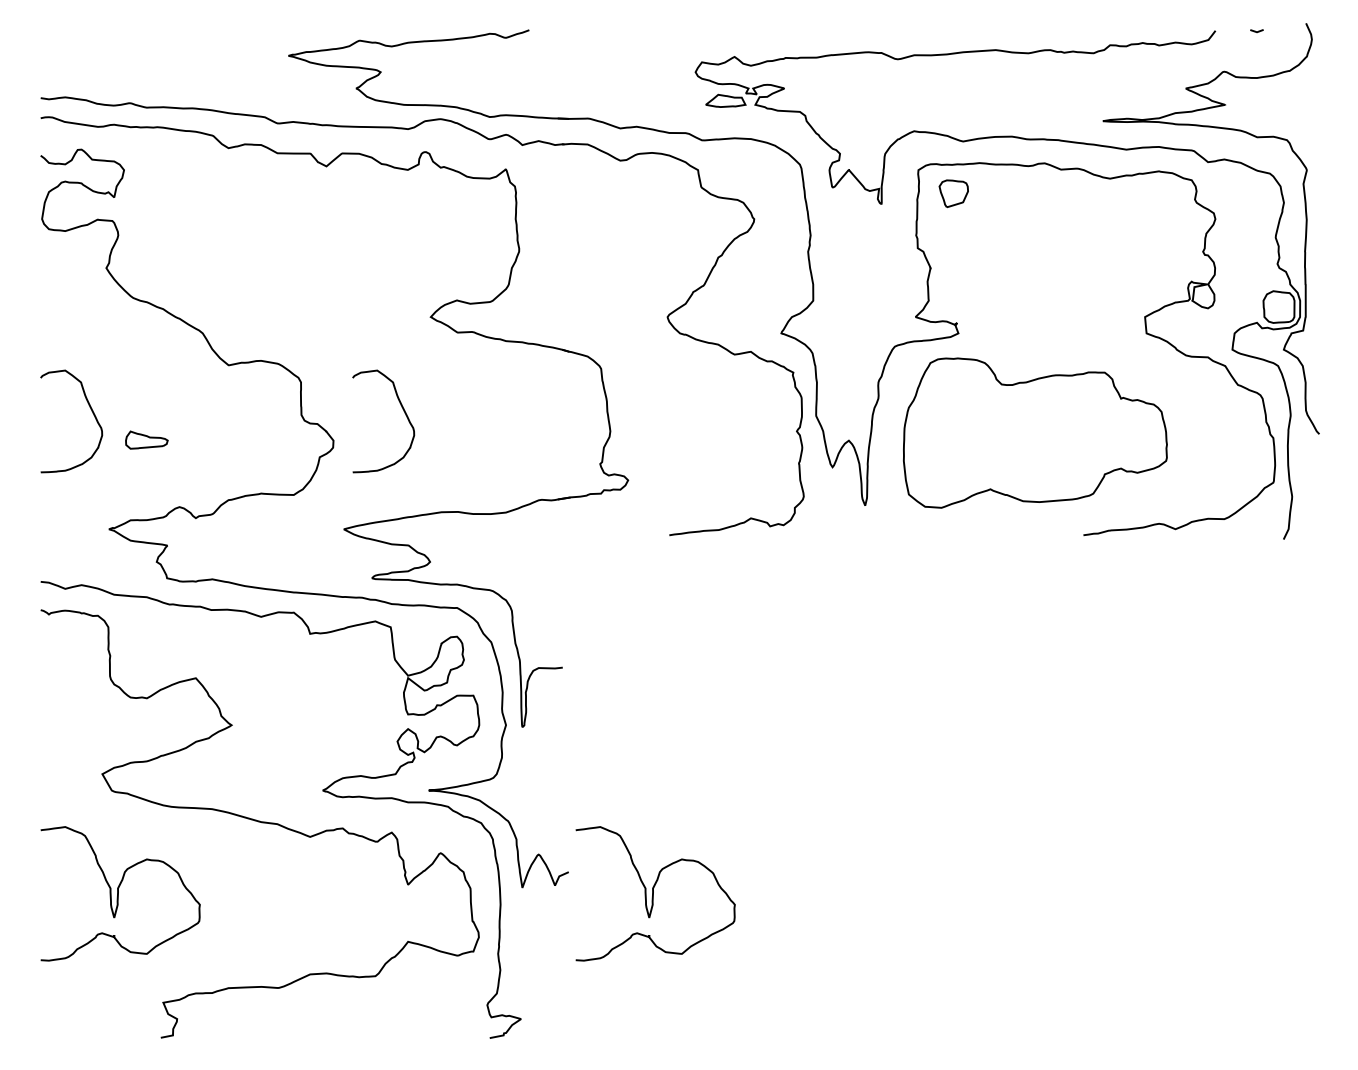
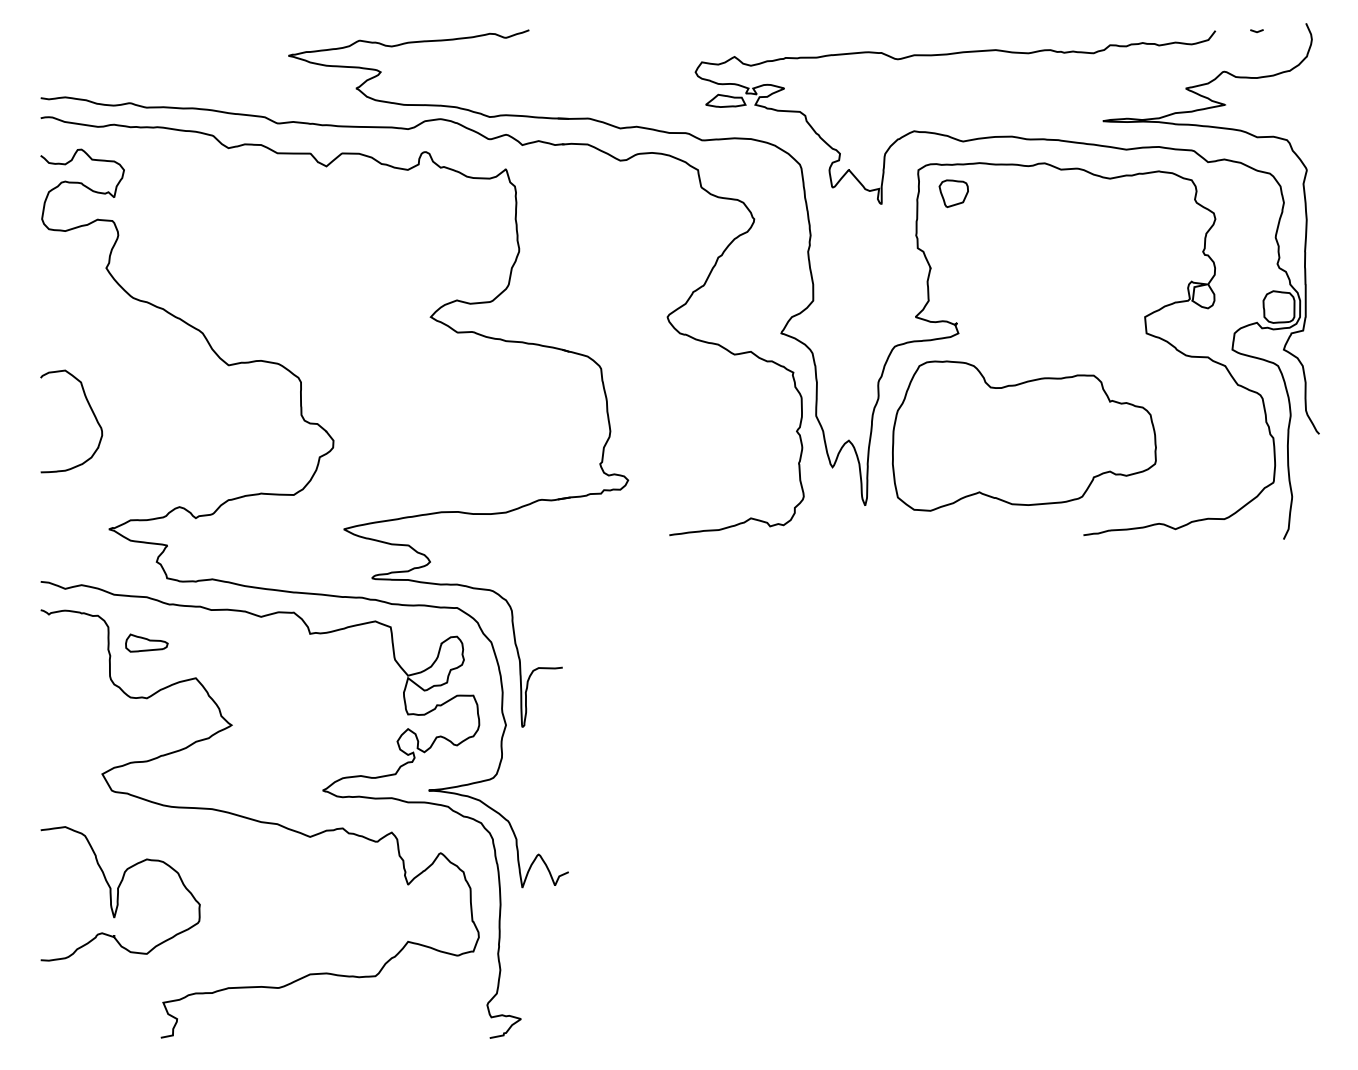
curve at (403, 411): present -> none
part at (1035, 432) position: (1035, 432) -> (1024, 435)
part at (146, 439) position: (146, 439) -> (146, 642)
curve at (653, 893): present -> none
